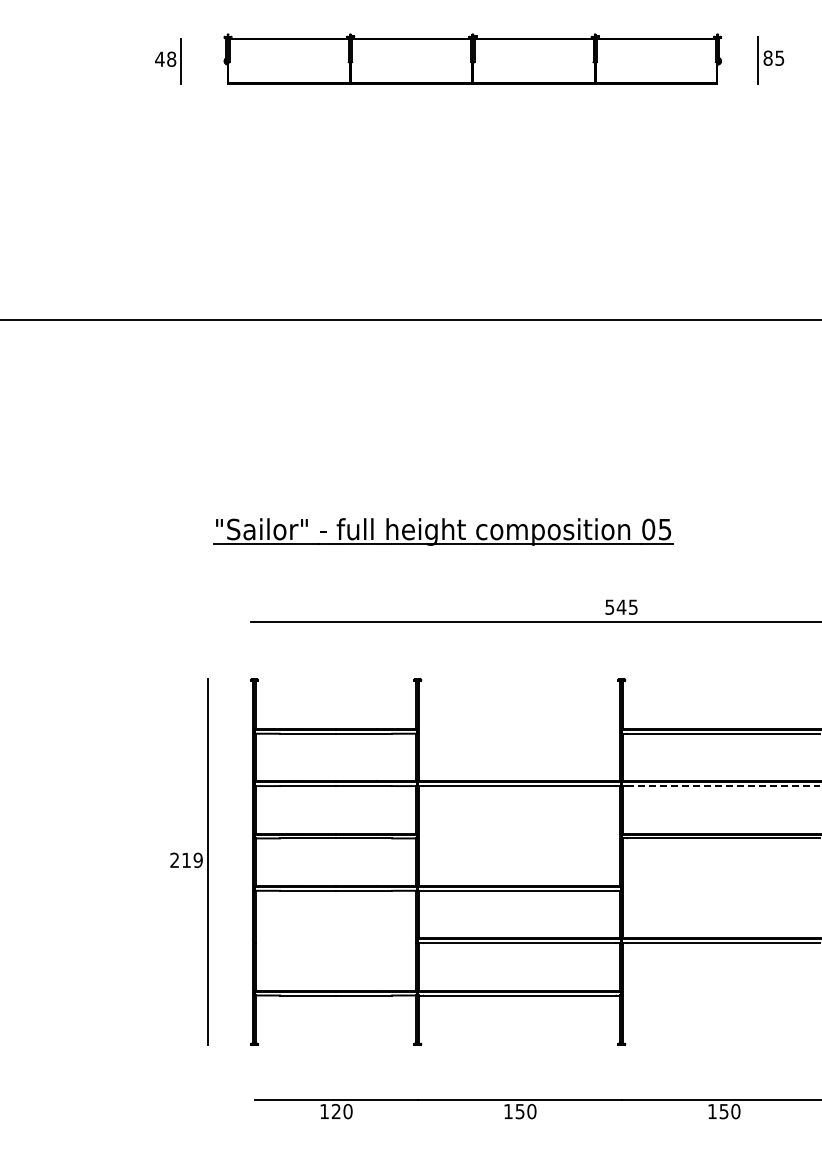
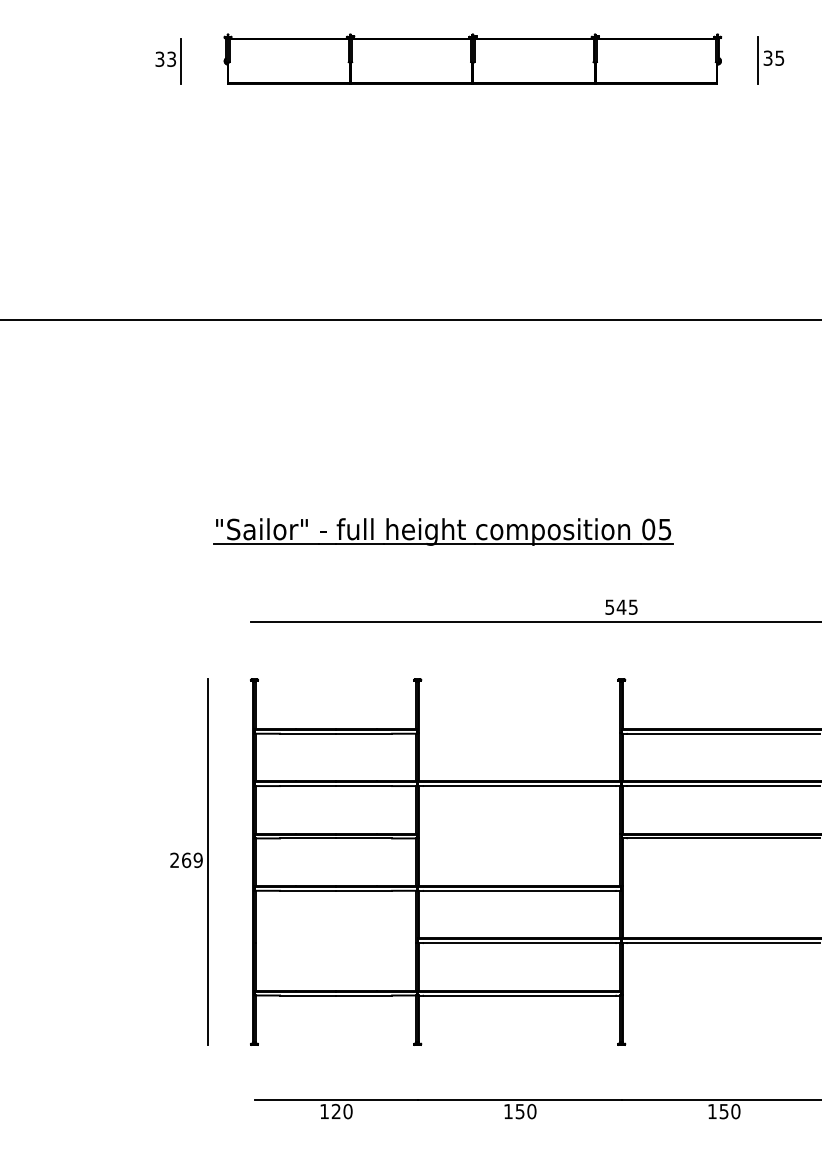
text at (767, 57): 85 -> 35
text at (165, 58): 48 -> 33
line at (724, 786): dashed -> solid
text at (186, 860): 219 -> 269
